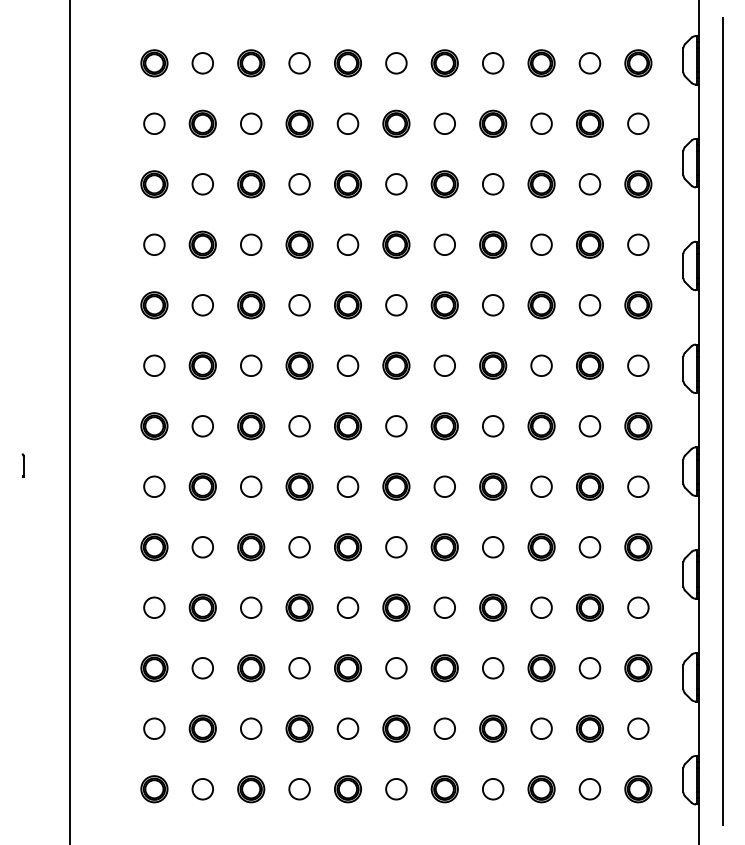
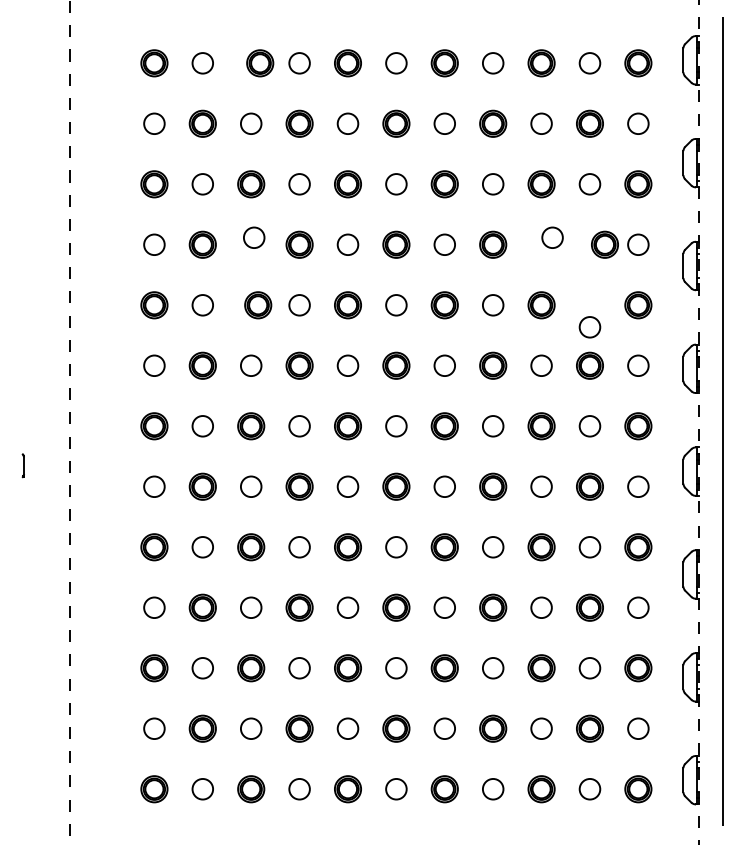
part at (251, 63) position: (251, 63) -> (260, 63)
circle at (251, 244) position: (251, 244) -> (254, 237)
circle at (541, 244) position: (541, 244) -> (552, 237)
part at (589, 244) position: (589, 244) -> (604, 244)
part at (251, 305) position: (251, 305) -> (258, 305)
circle at (589, 305) position: (589, 305) -> (589, 327)
line at (69, 422): solid -> dashed
line at (698, 422): solid -> dashed
